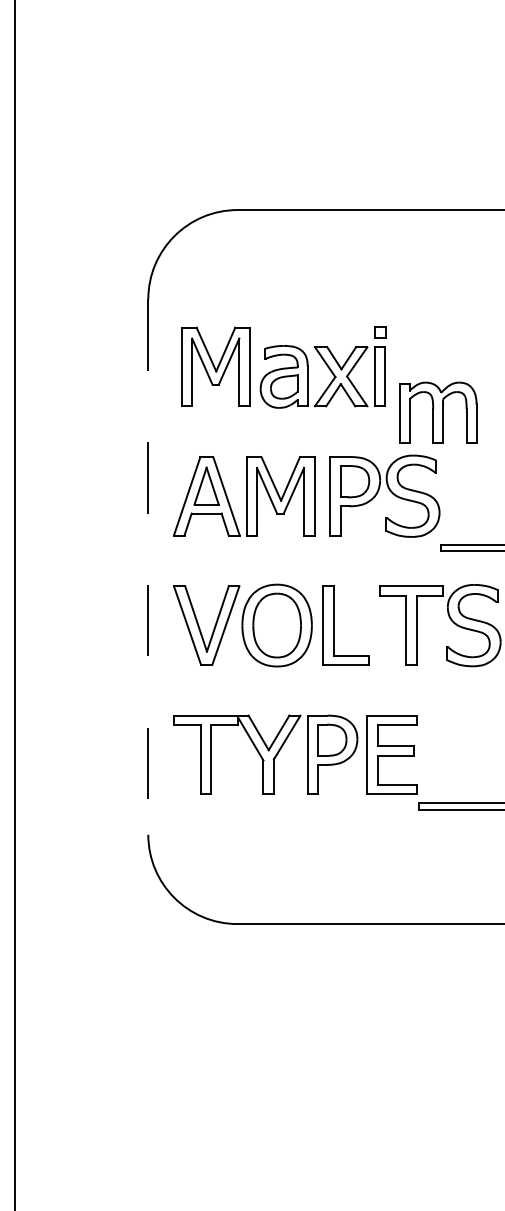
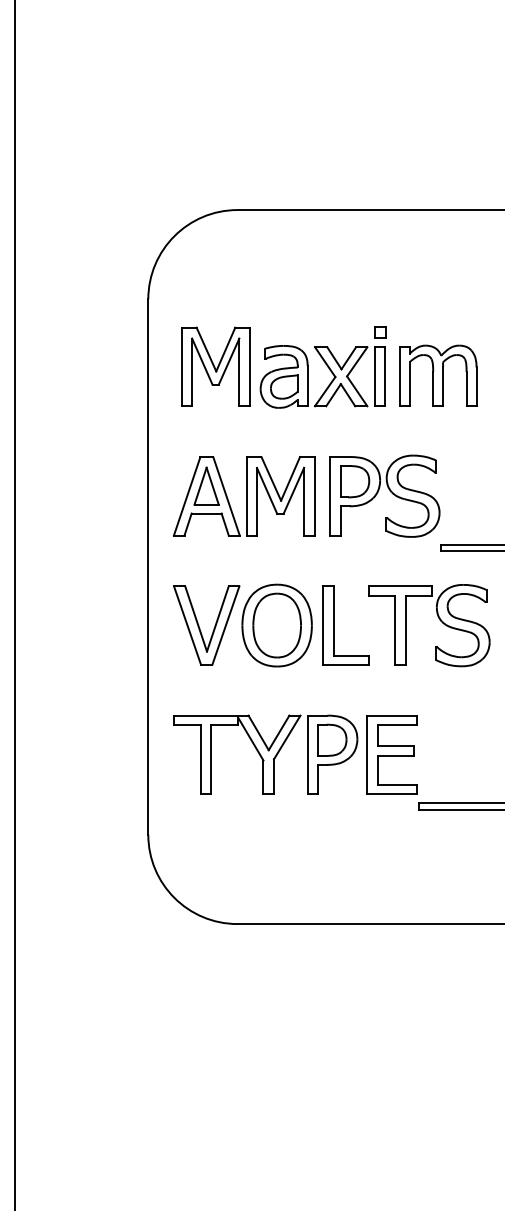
part at (438, 412) position: (438, 412) -> (438, 375)
line at (148, 567): dashed -> solid
part at (450, 620) position: (450, 620) -> (439, 620)
